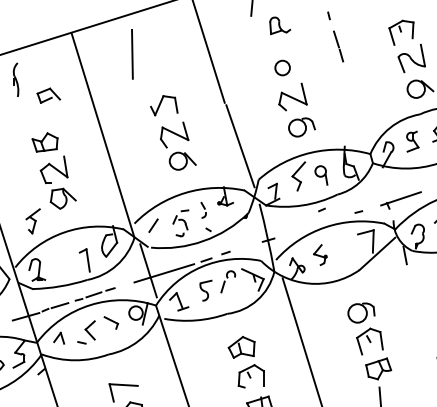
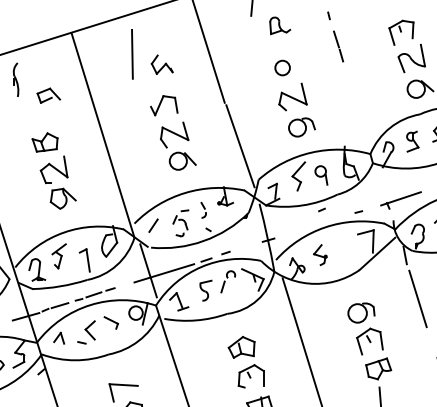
part at (161, 64): none -> present
part at (32, 221) position: (32, 221) -> (58, 256)
line at (417, 298): none -> present
